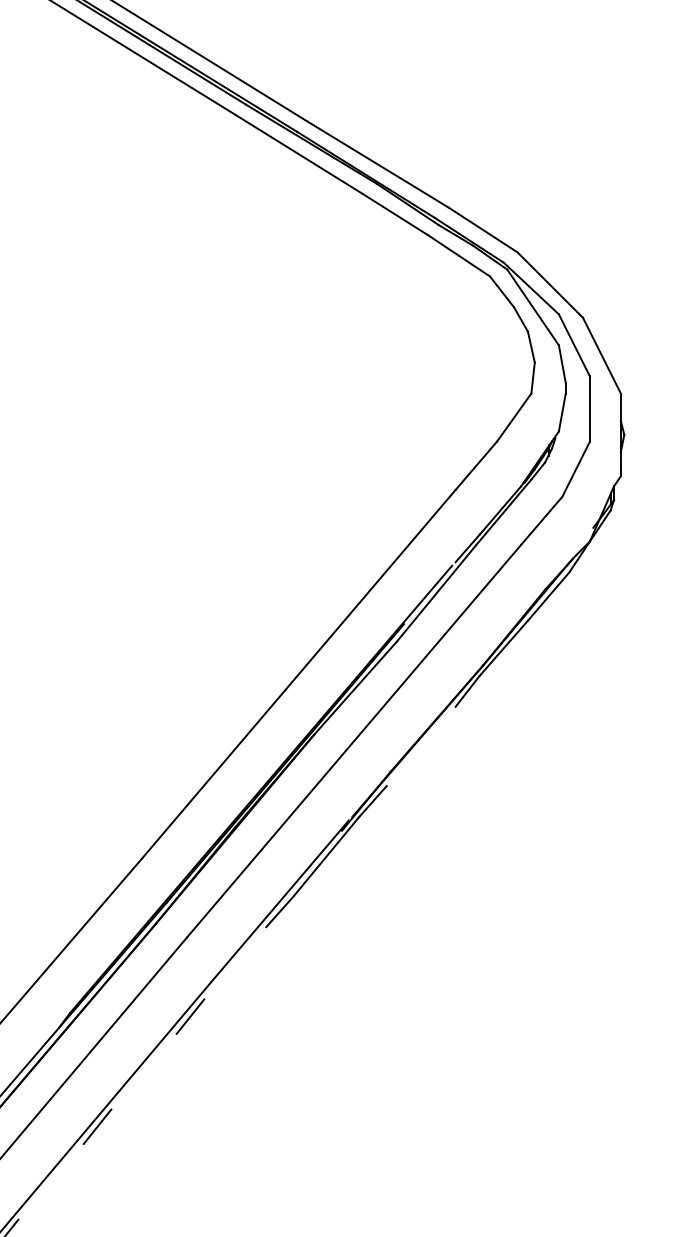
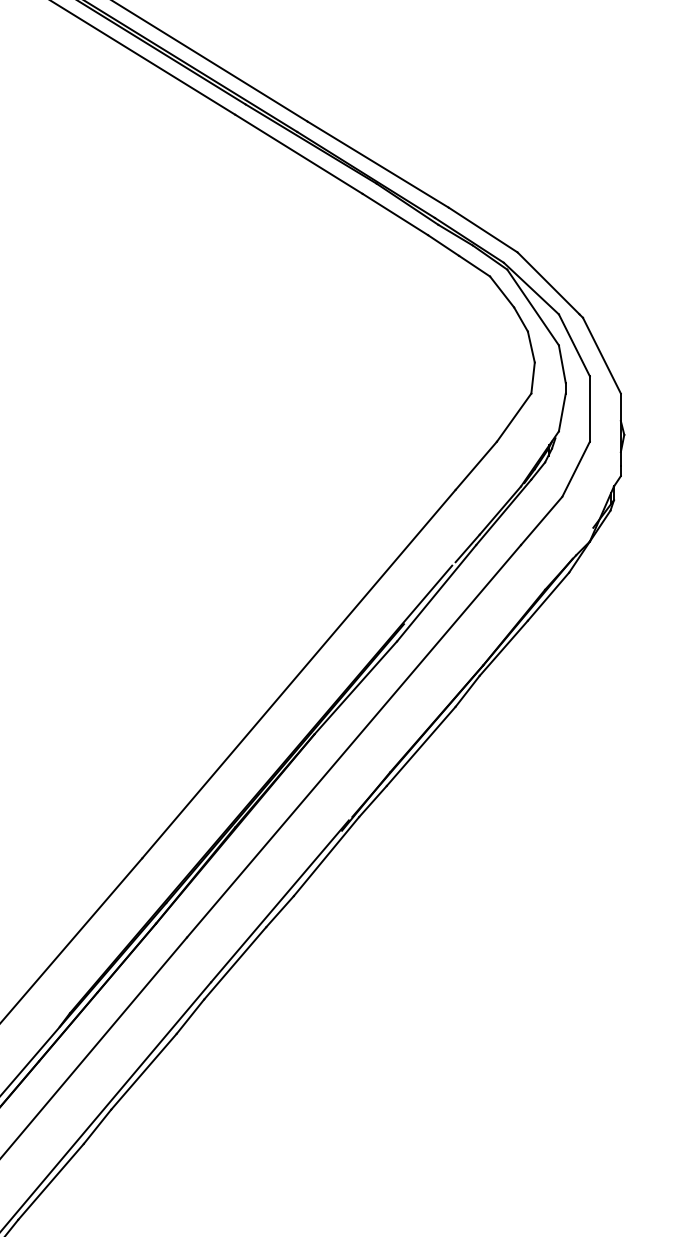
line at (420, 745): none -> present
line at (235, 963): none -> present
line at (143, 1071): none -> present
line at (50, 1181): none -> present
